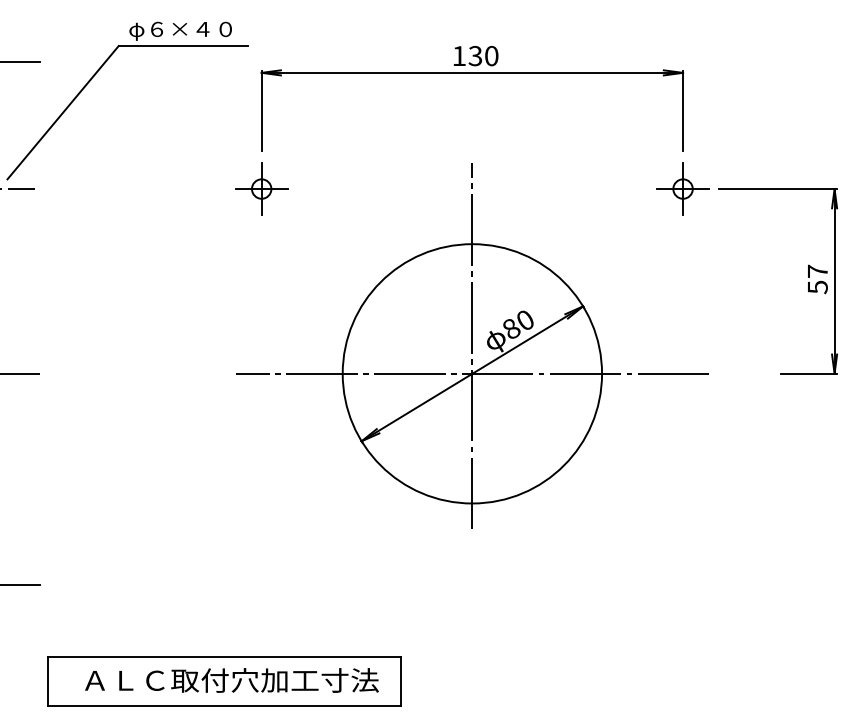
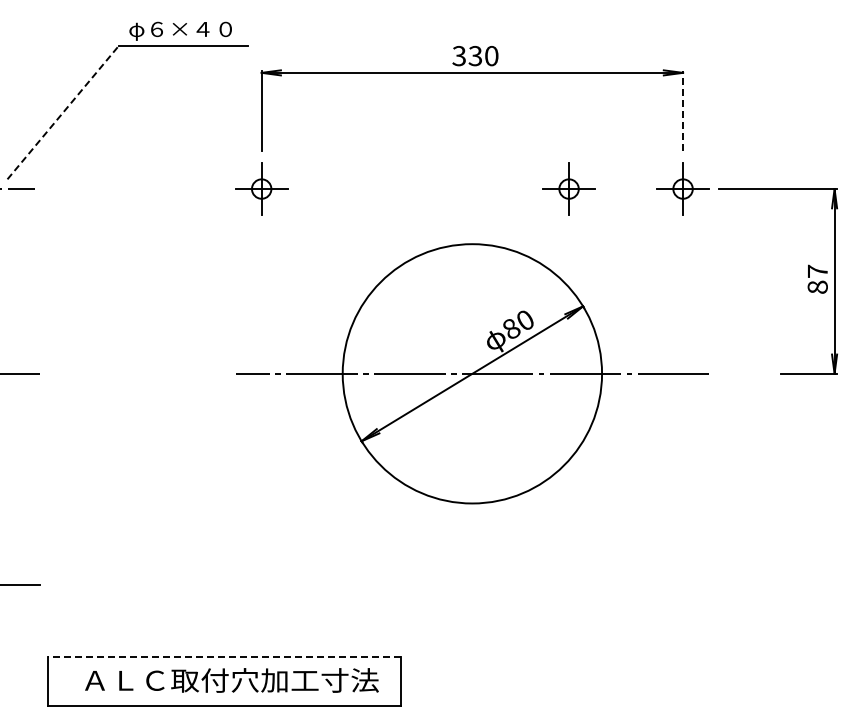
text at (458, 56): 130 -> 330
line at (20, 62): present -> none
line at (683, 110): solid -> dashed
line at (63, 112): solid -> dashed
part at (568, 188): none -> present
text at (817, 287): 57 -> 87
line at (472, 346): present -> none
line at (223, 656): solid -> dashed
